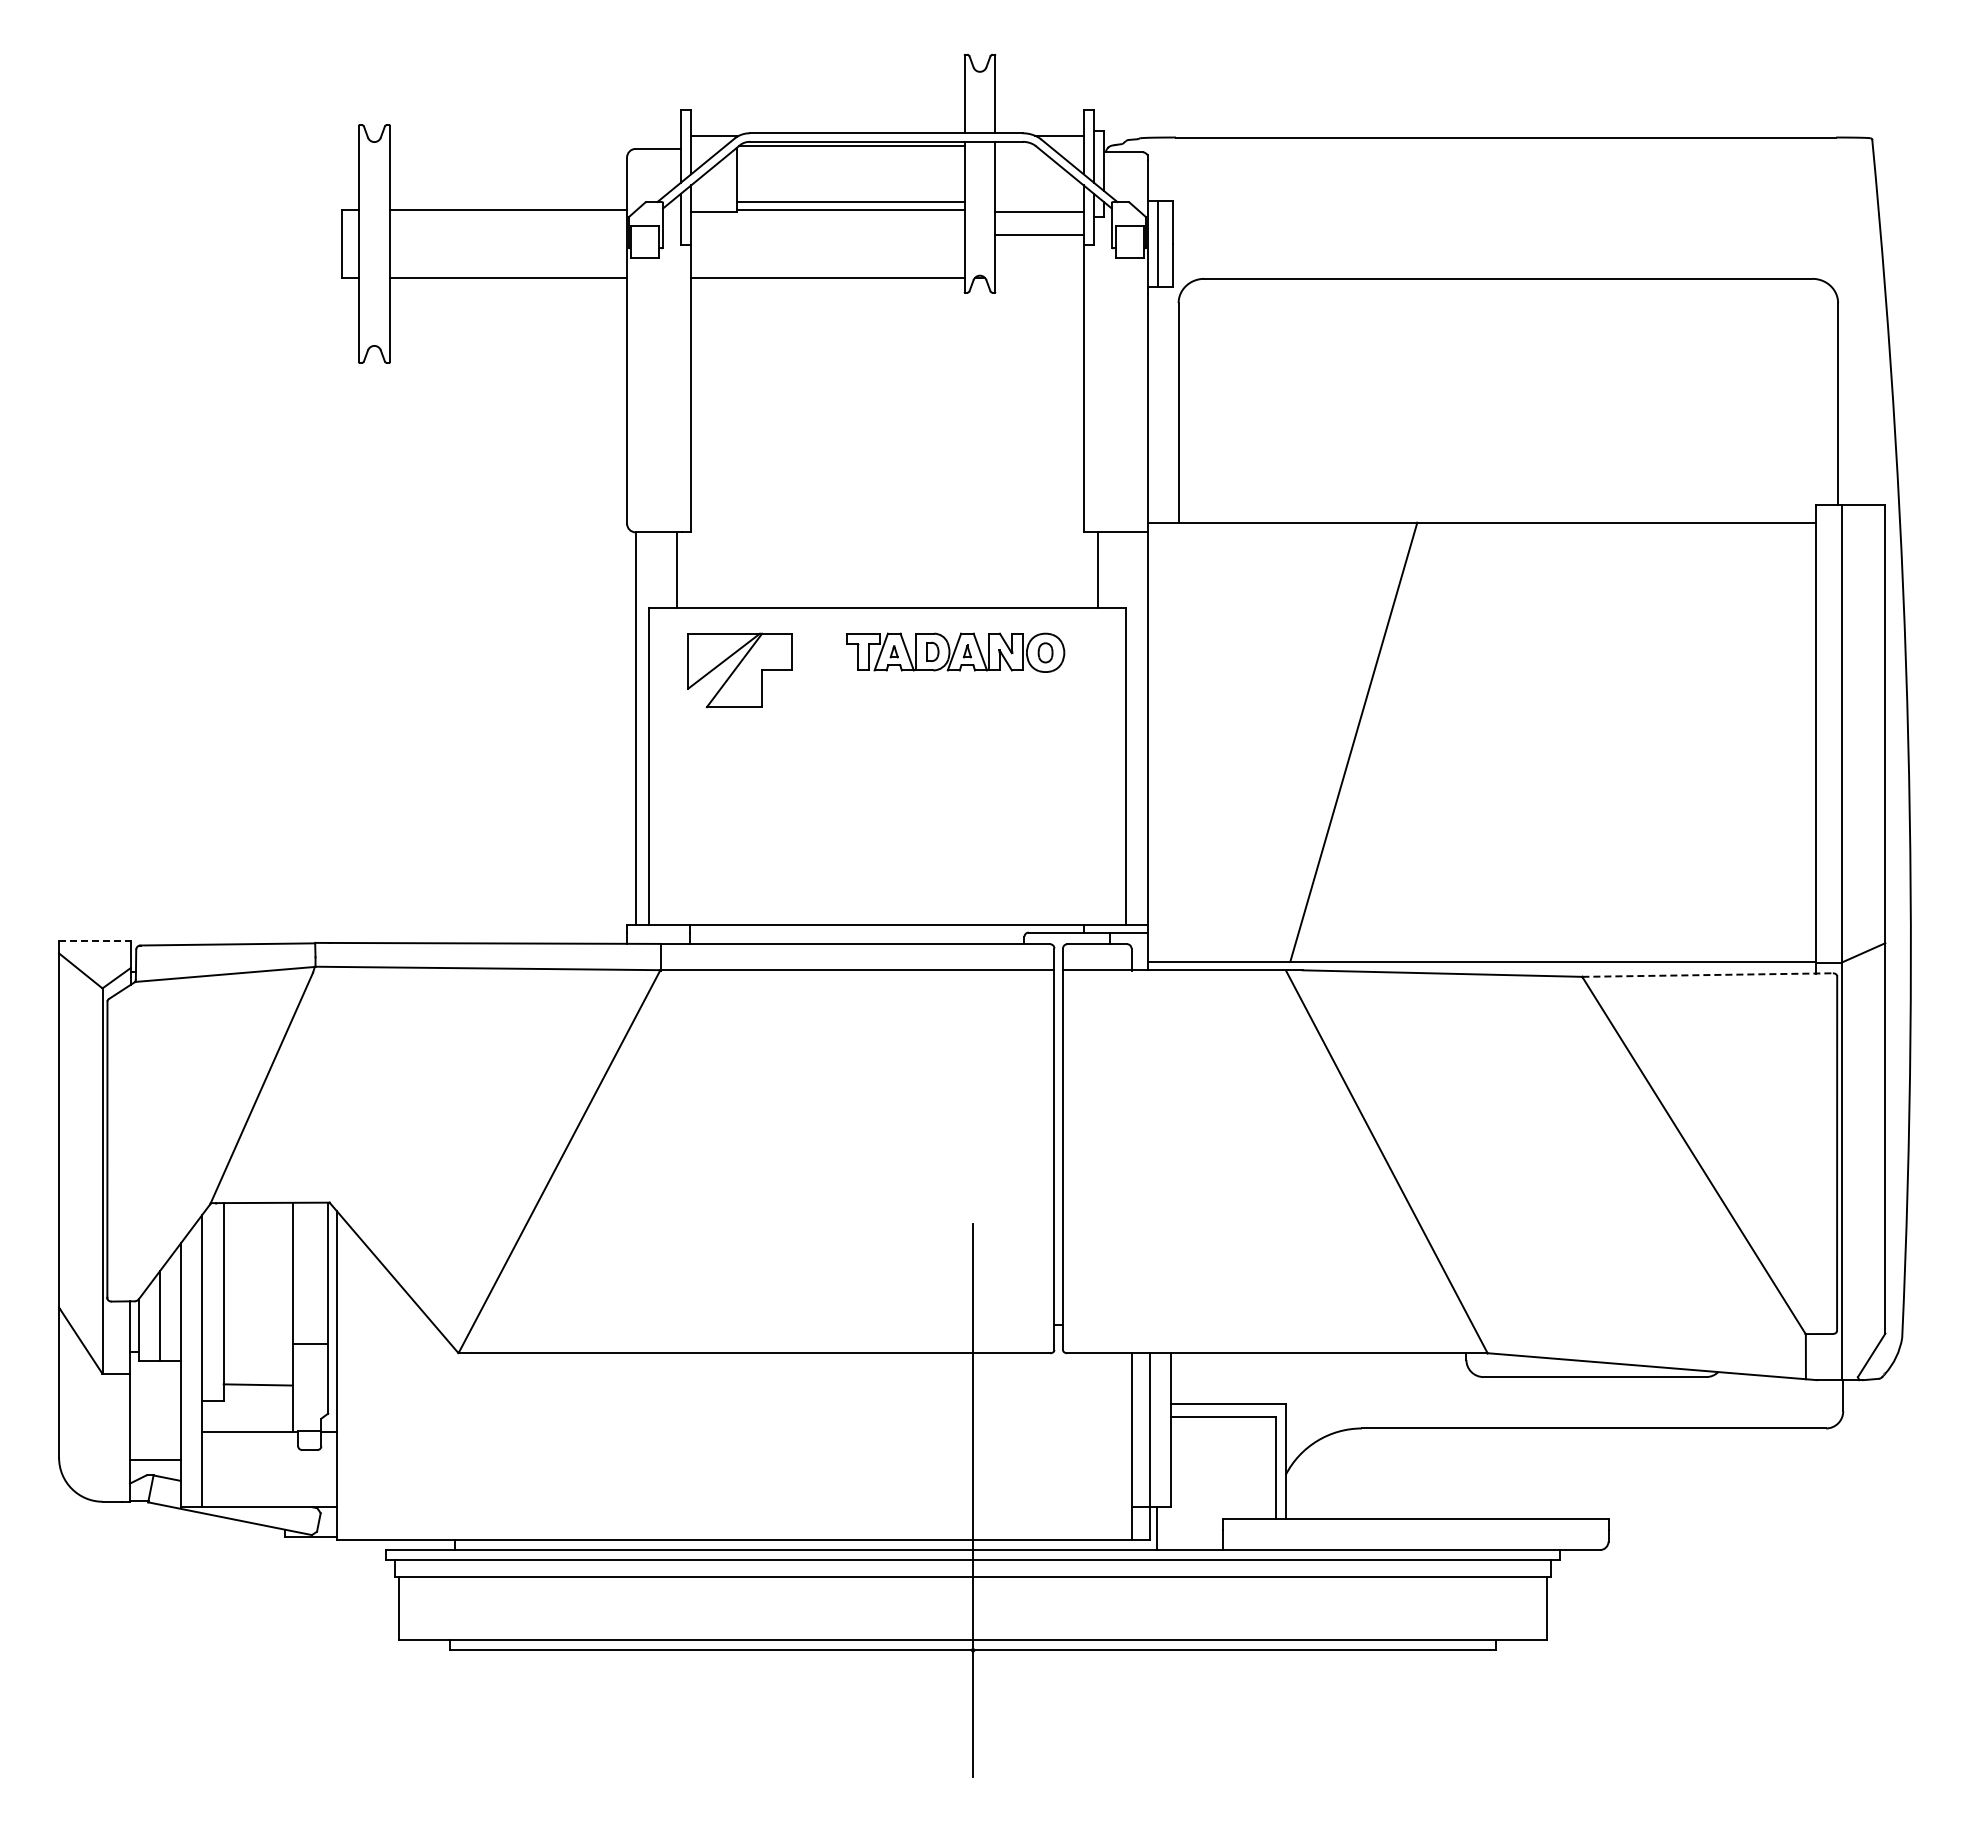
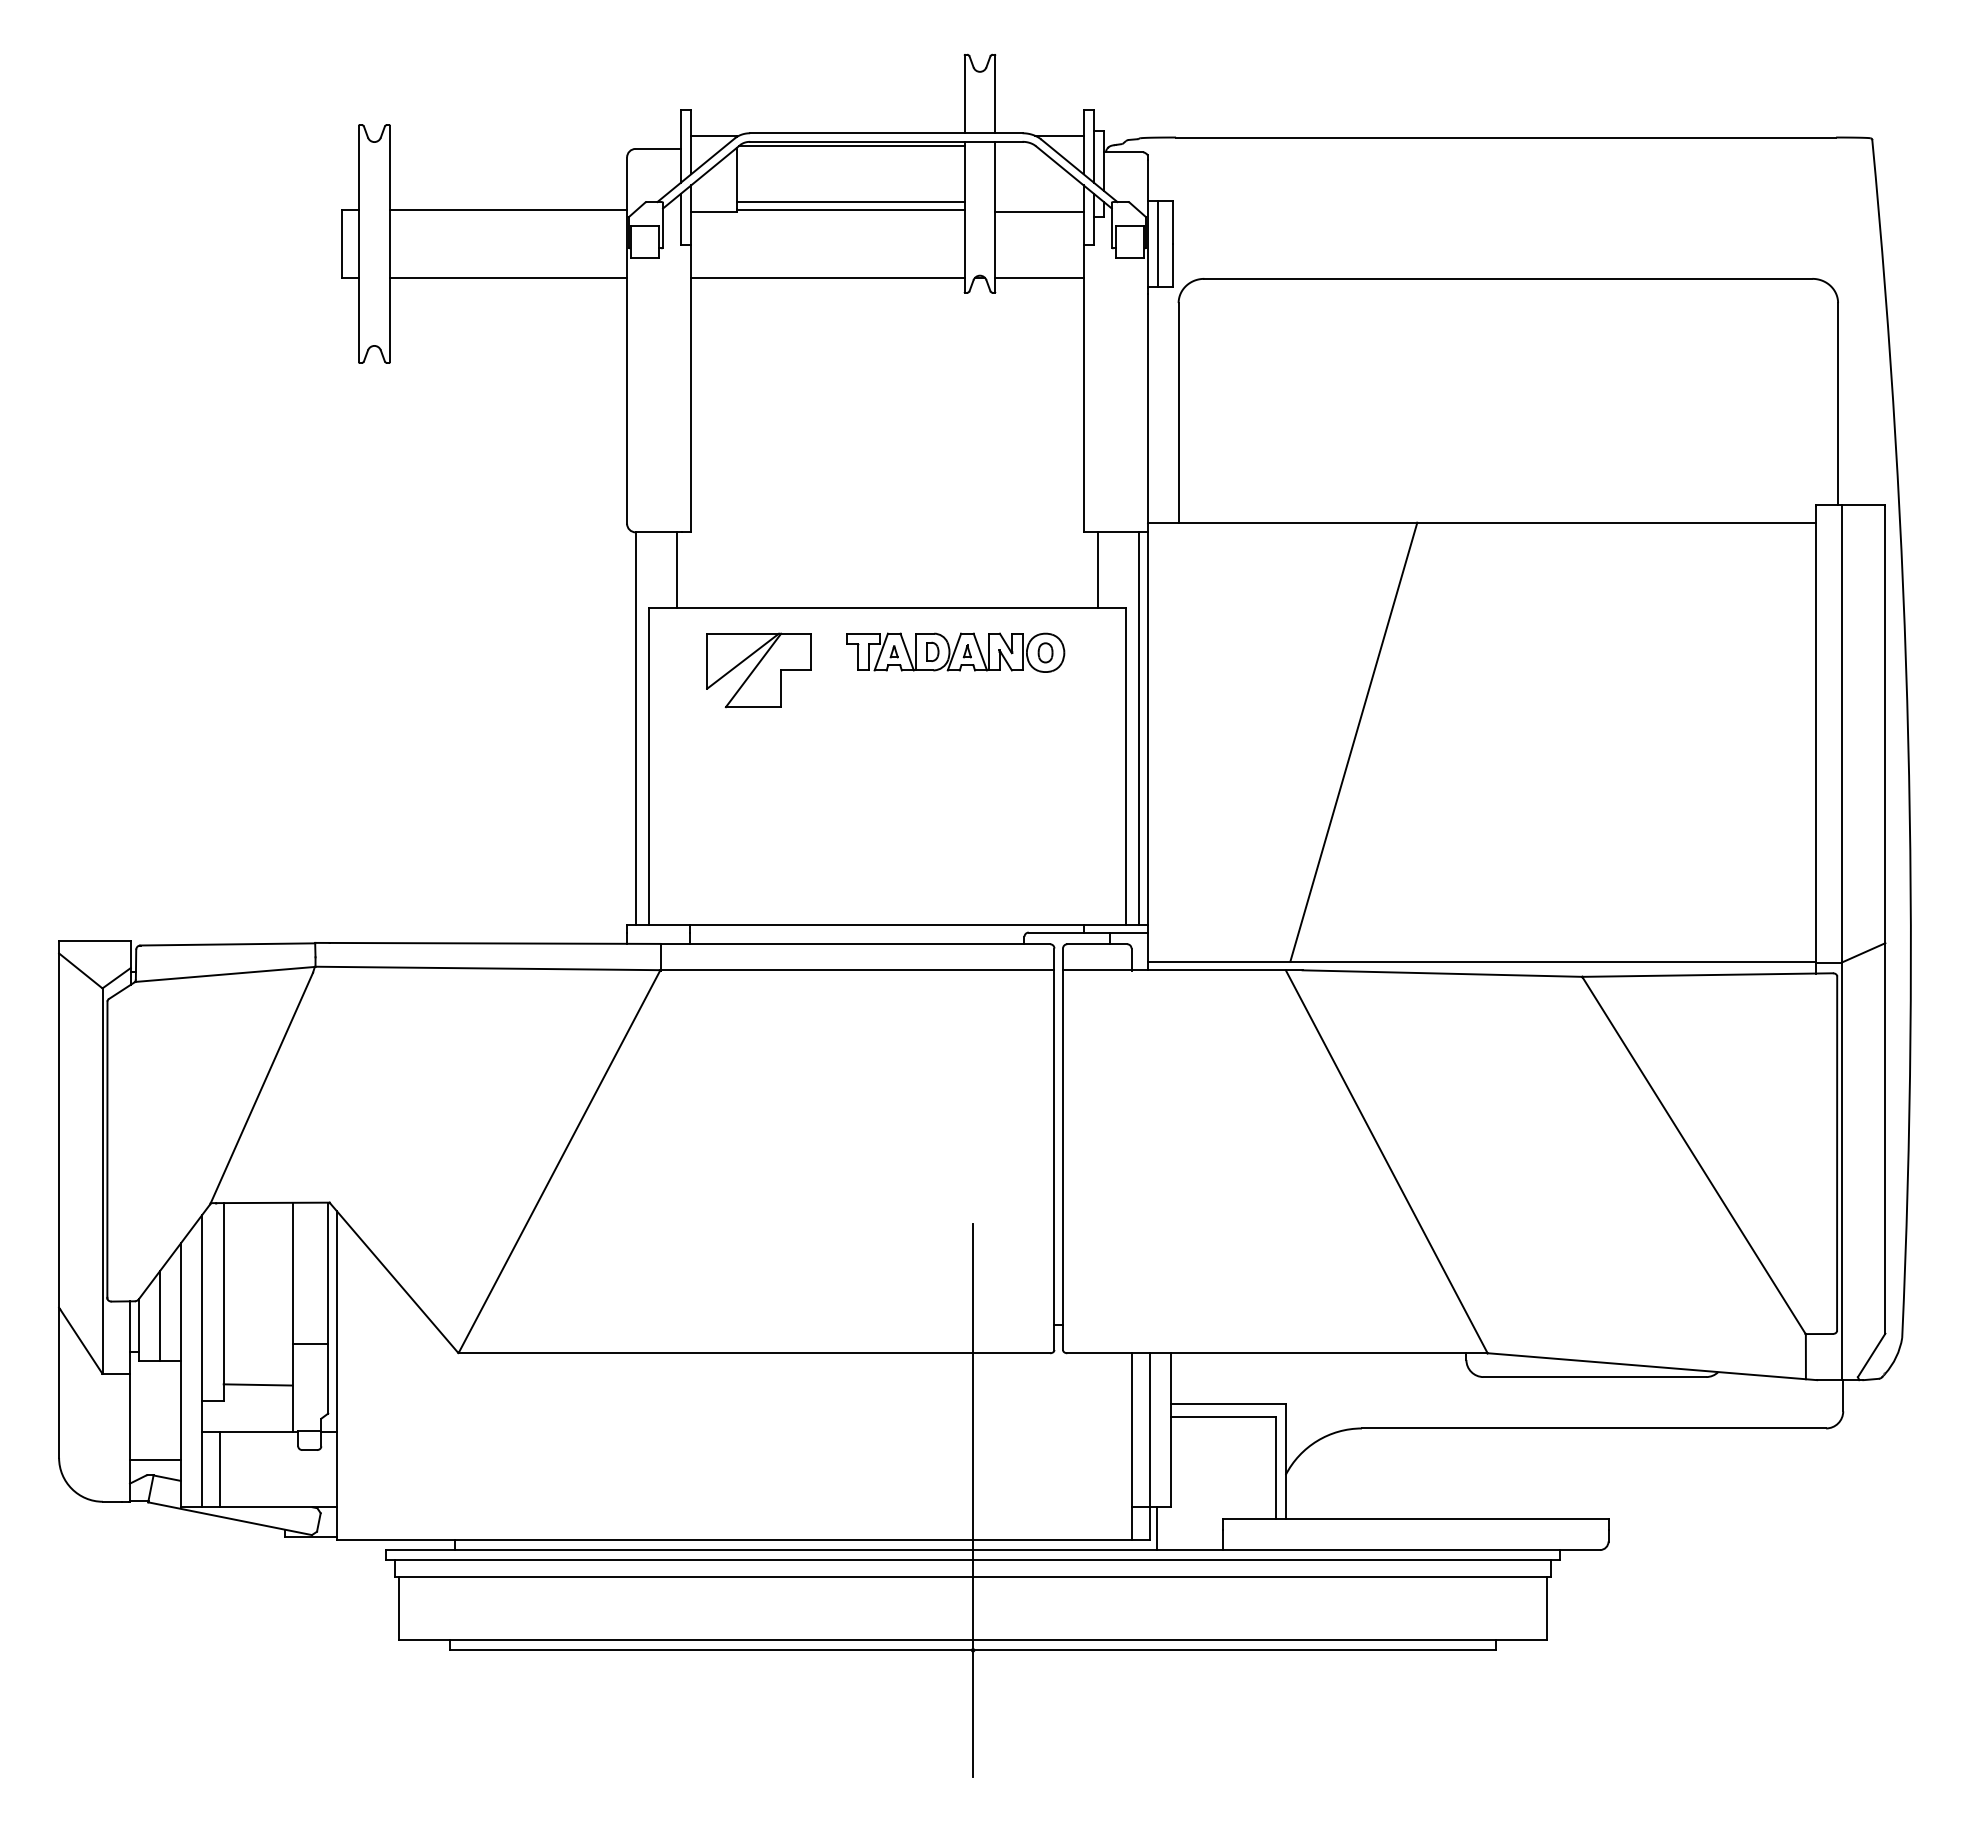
line at (1039, 235) position: (1039, 235) -> (1039, 278)
part at (739, 670) position: (739, 670) -> (758, 670)
line at (1139, 728): none -> present
line at (94, 940): dashed -> solid
line at (1708, 975): dashed -> solid
line at (220, 1469): none -> present
